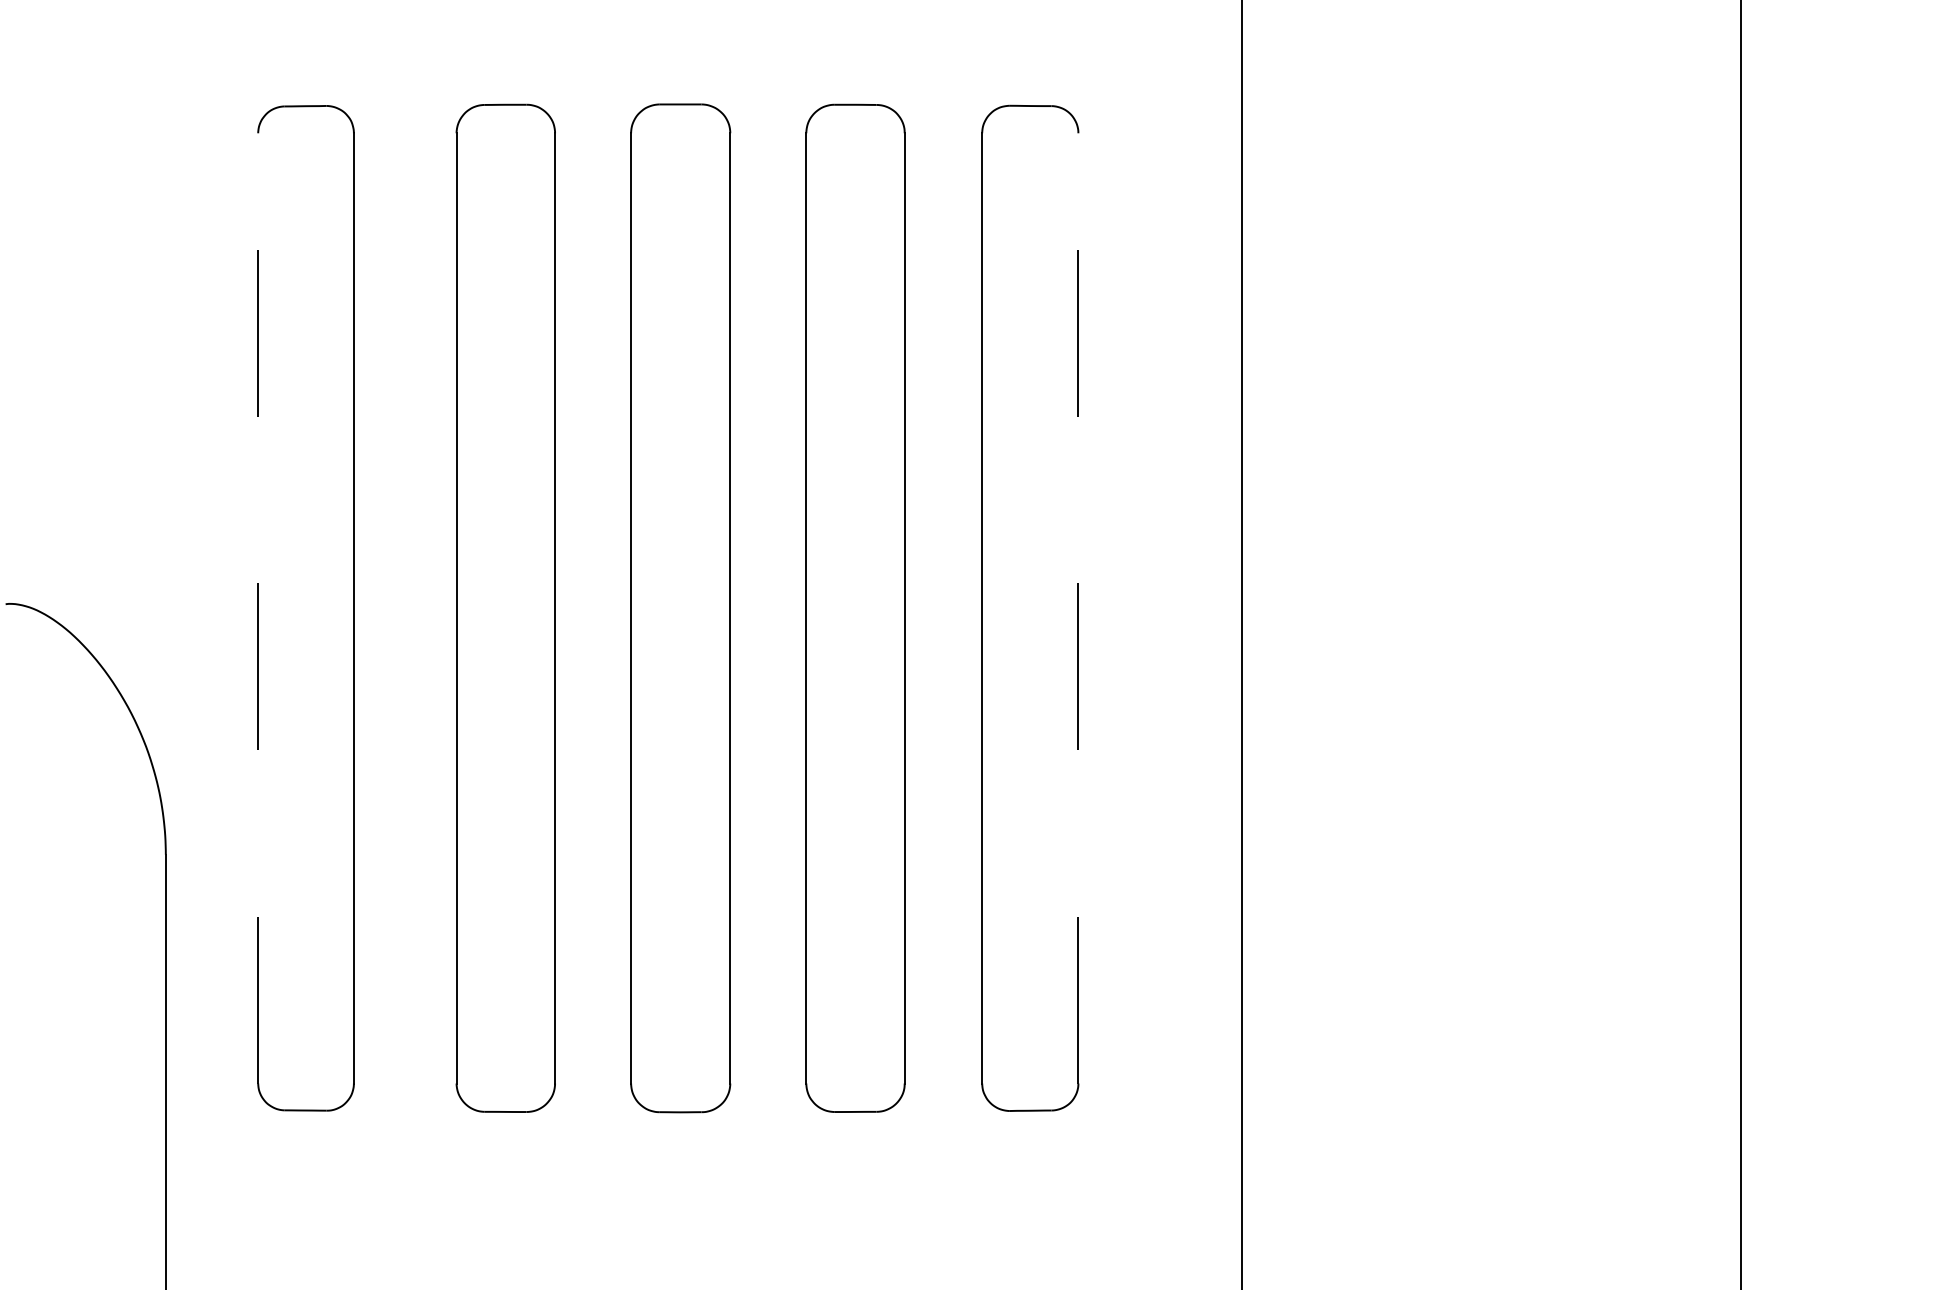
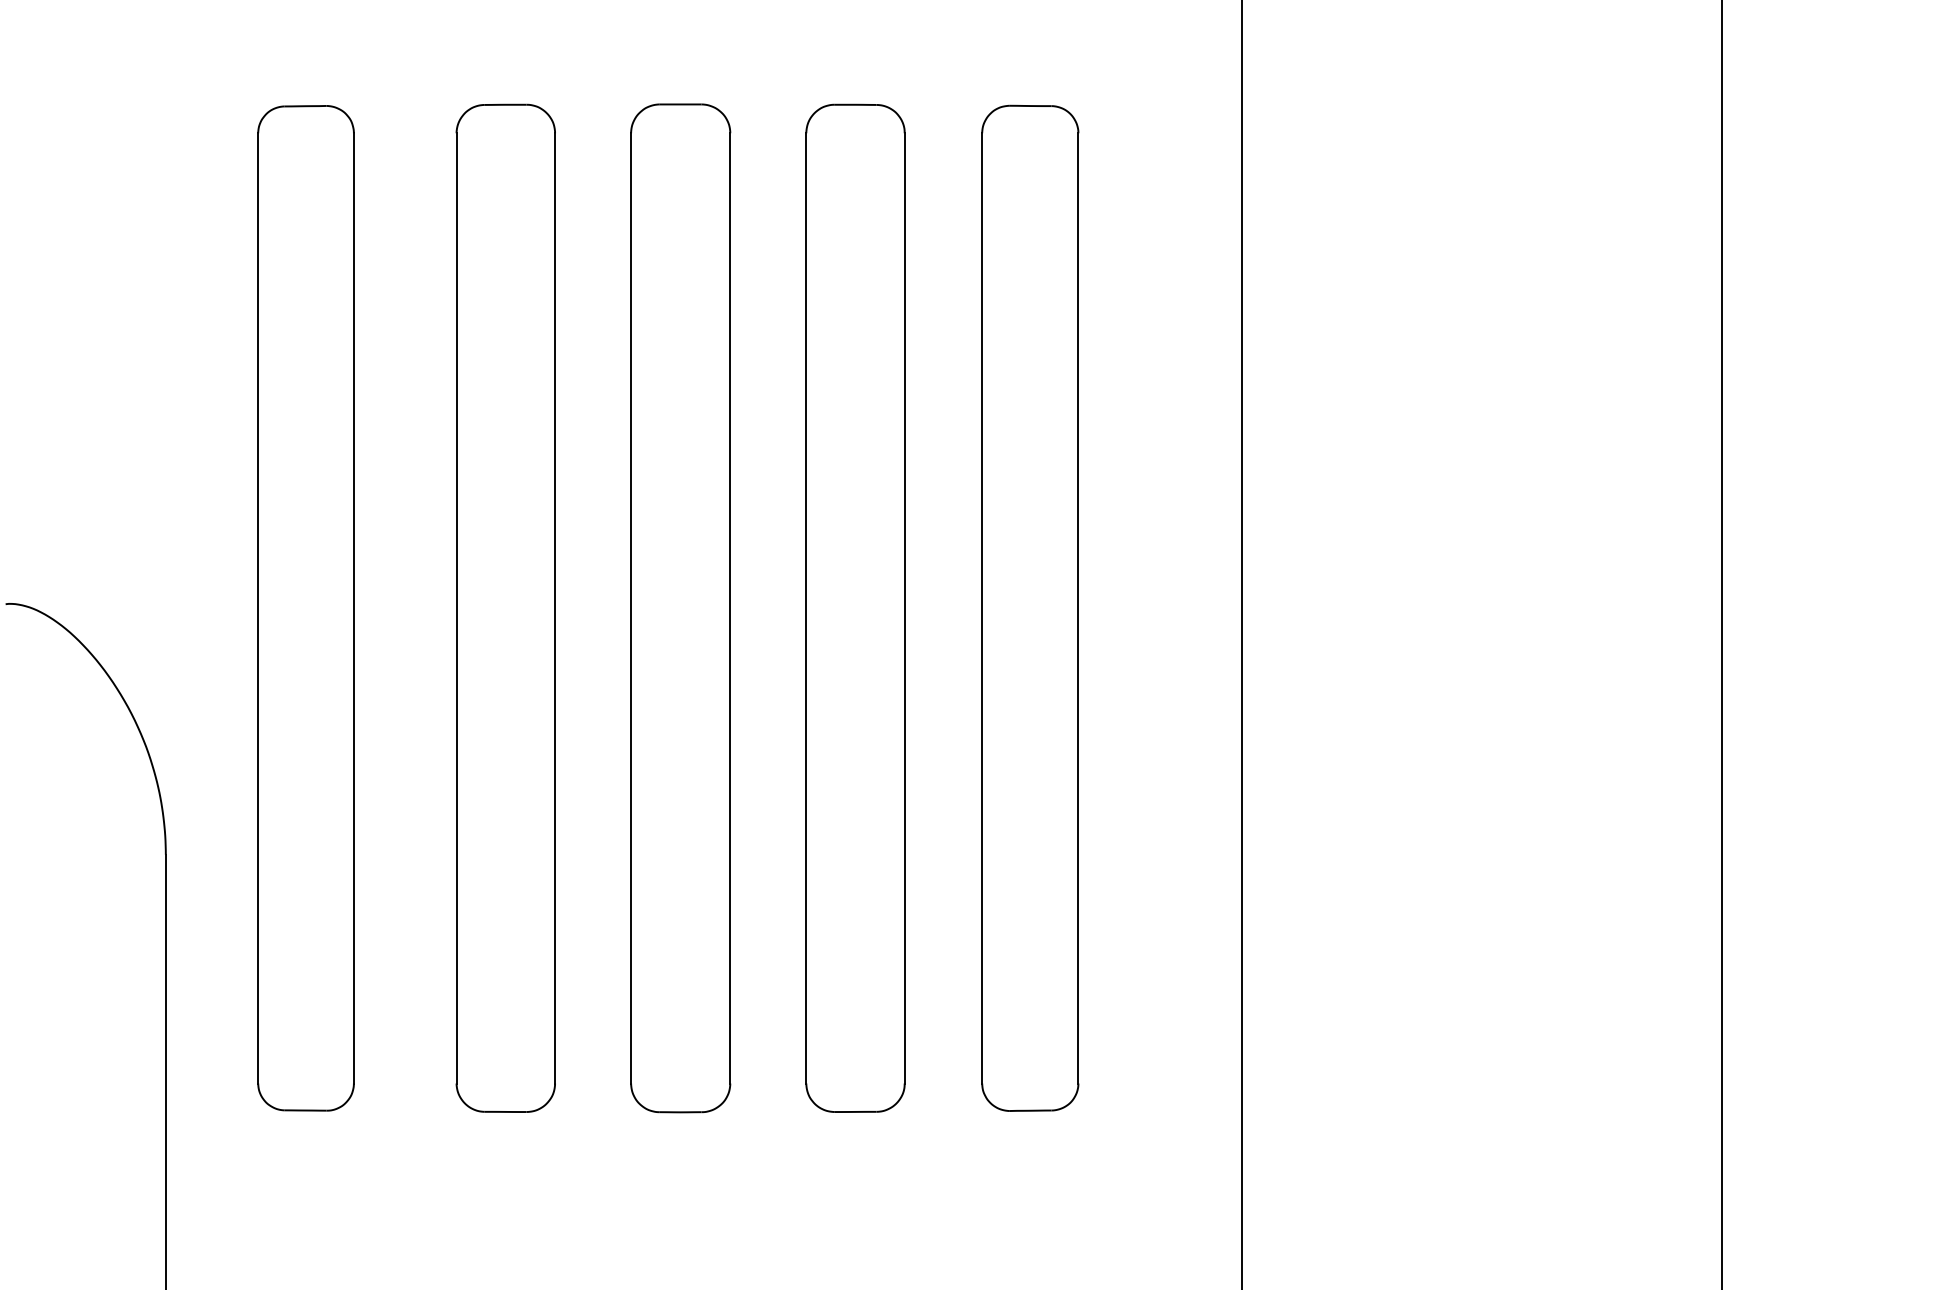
line at (258, 607): dashed -> solid
line at (1078, 607): dashed -> solid
line at (1741, 644) position: (1741, 644) -> (1722, 644)
